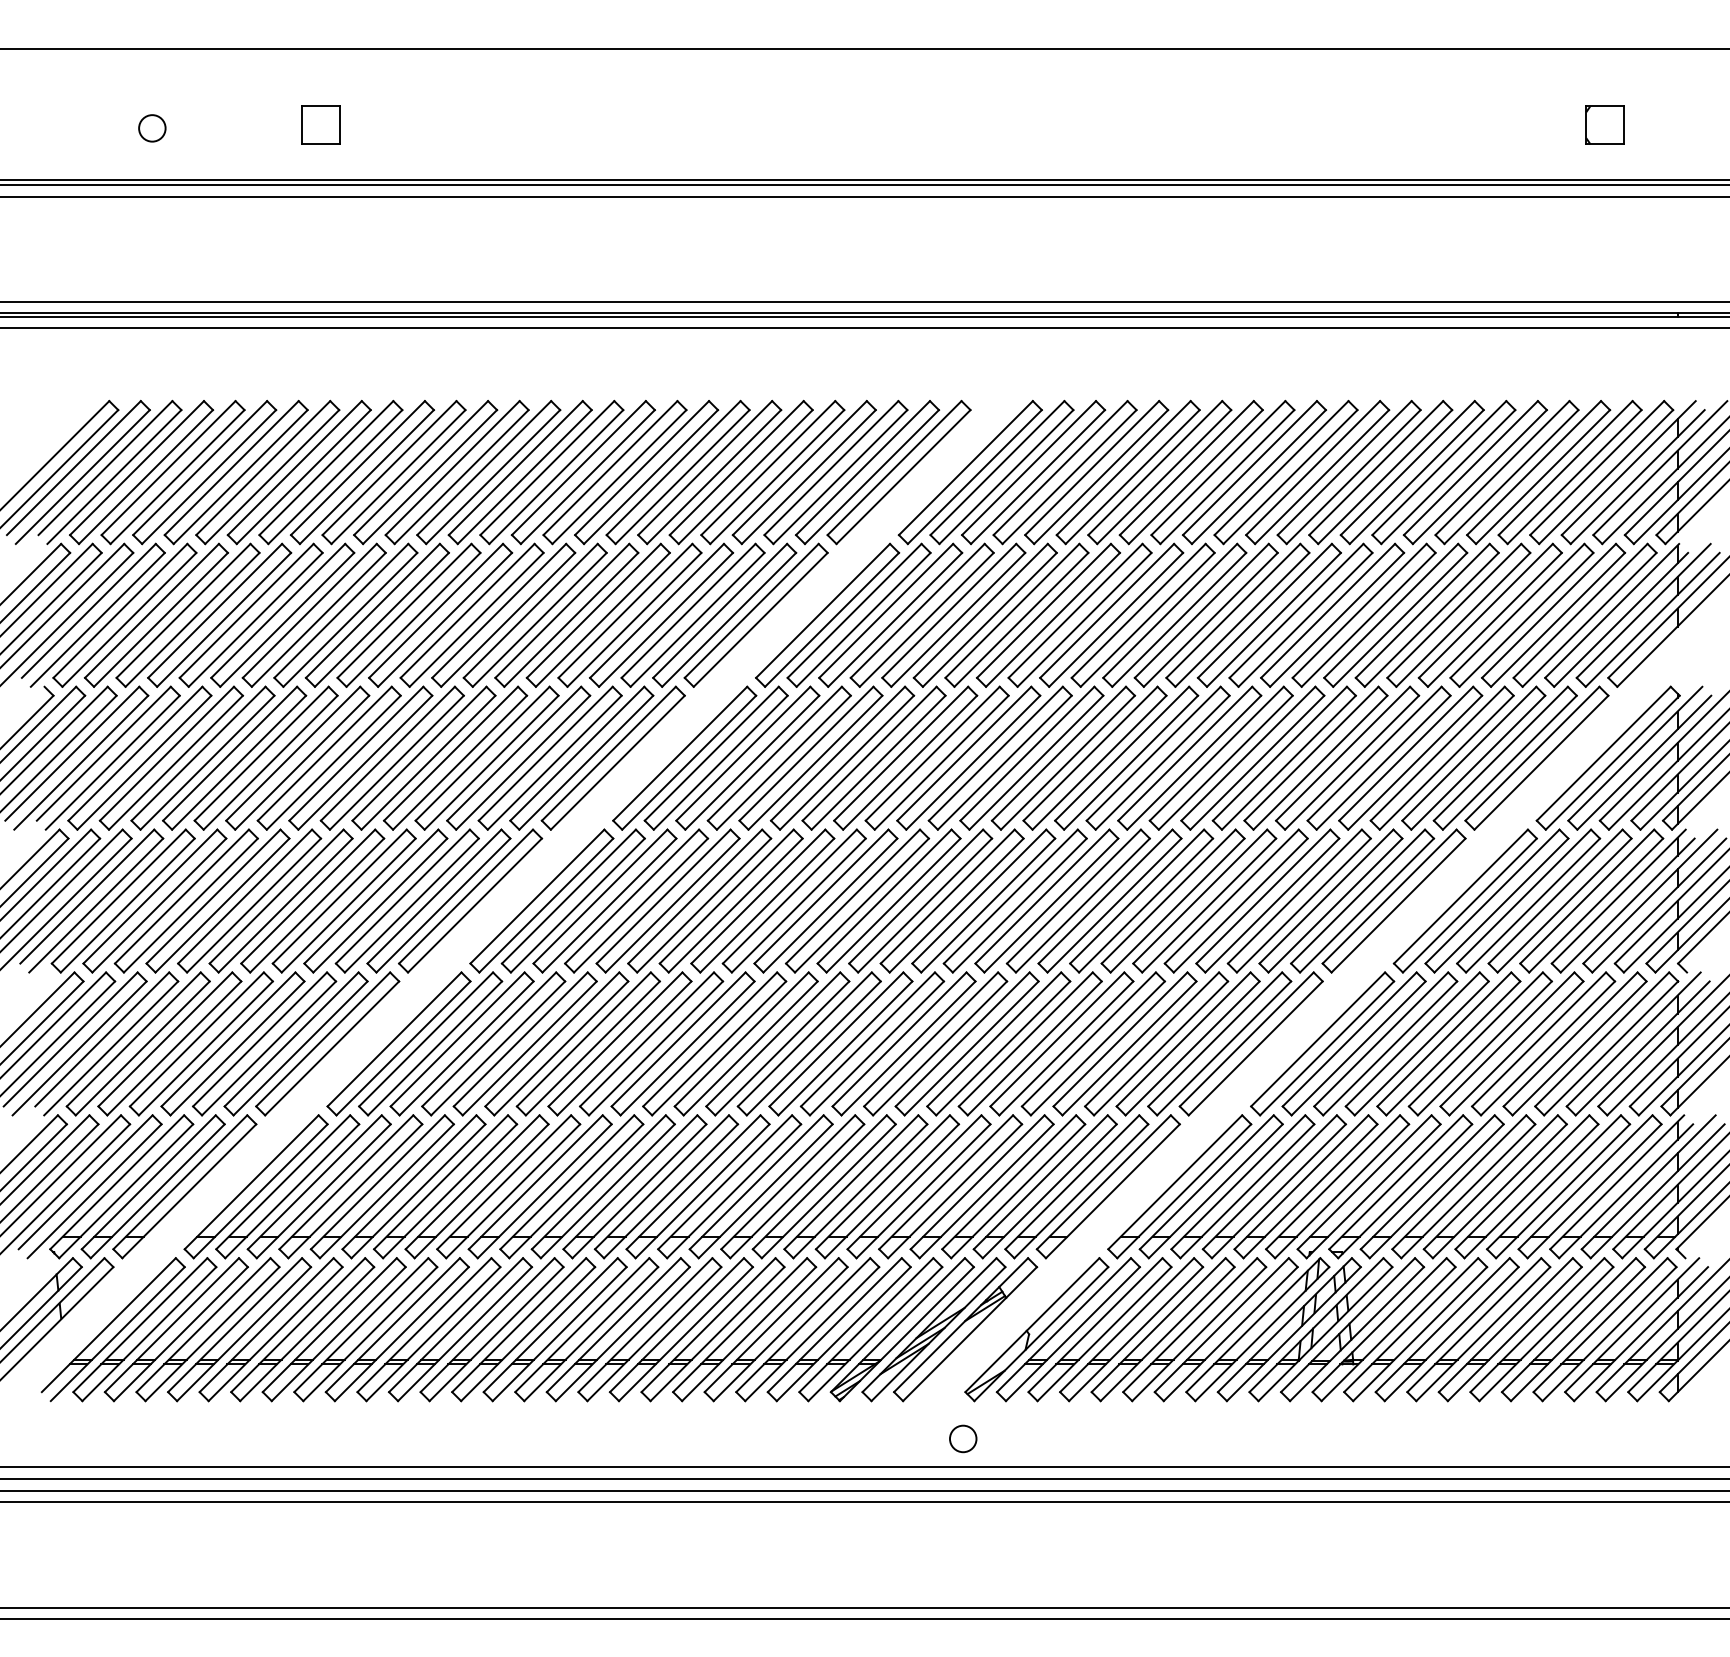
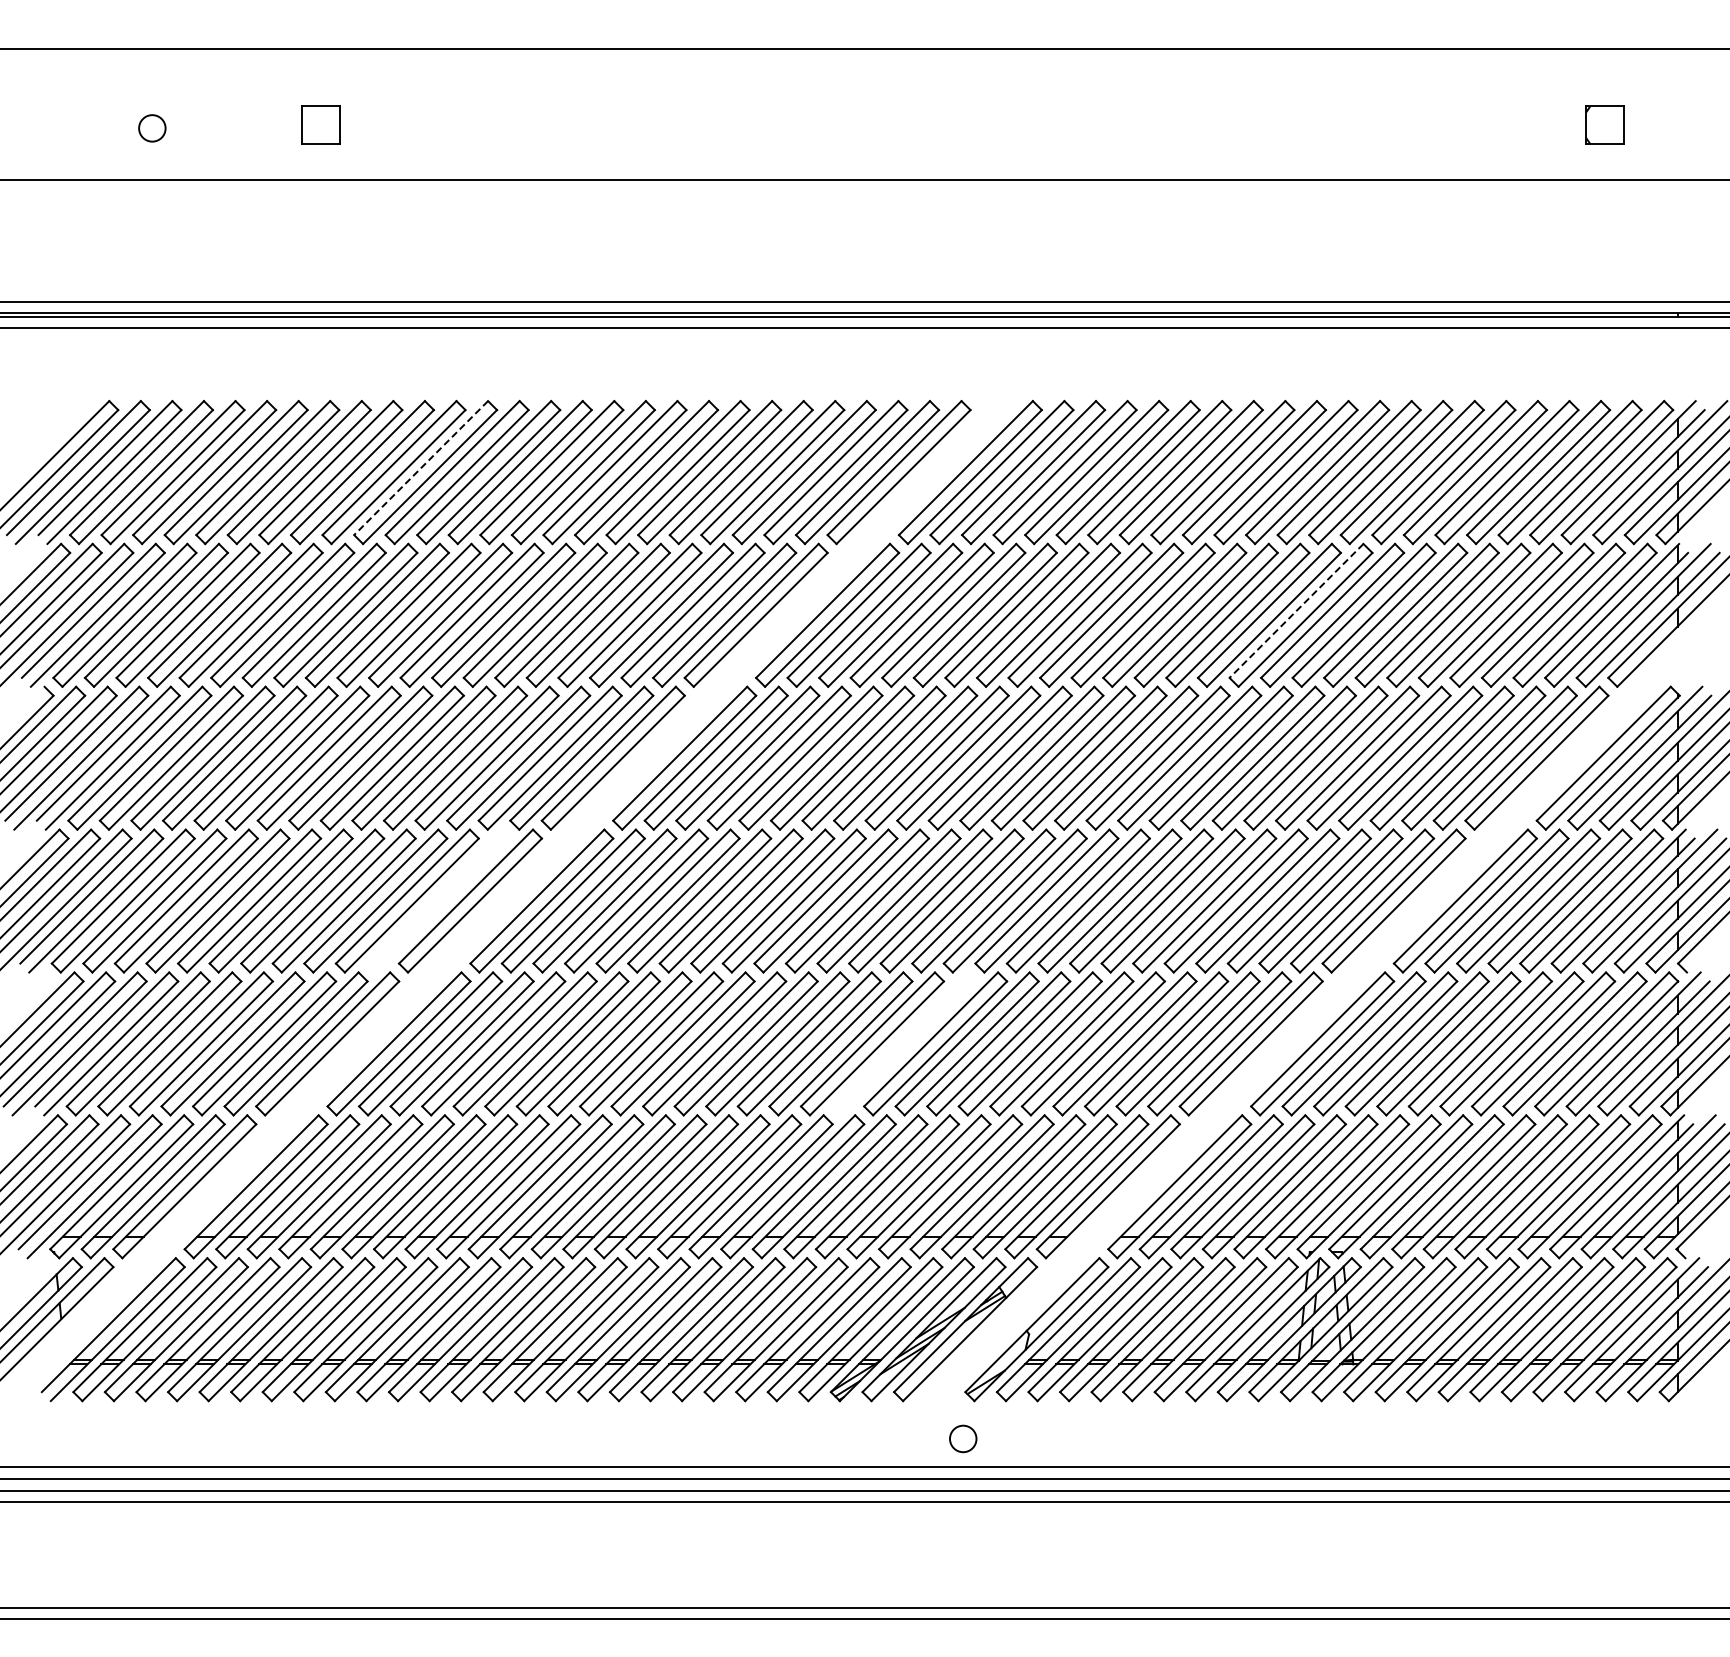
line at (864, 185): present -> none
line at (864, 196): present -> none
line at (421, 468): solid -> dashed
line at (1296, 610): solid -> dashed
part at (438, 900): present -> none
part at (903, 1043): present -> none
